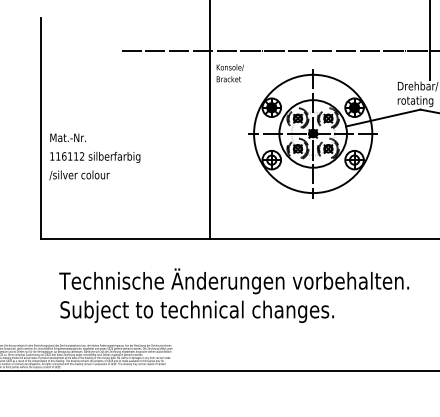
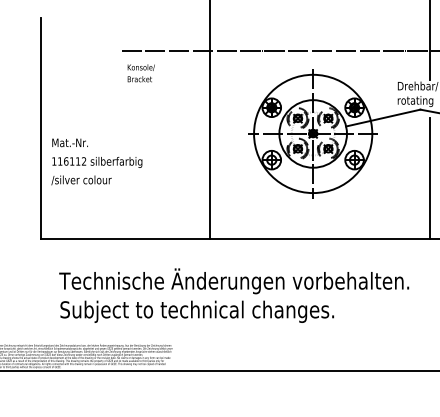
text at (229, 73) position: (229, 73) -> (140, 73)
text at (94, 156) position: (94, 156) -> (96, 161)
line at (429, 177): none -> present
